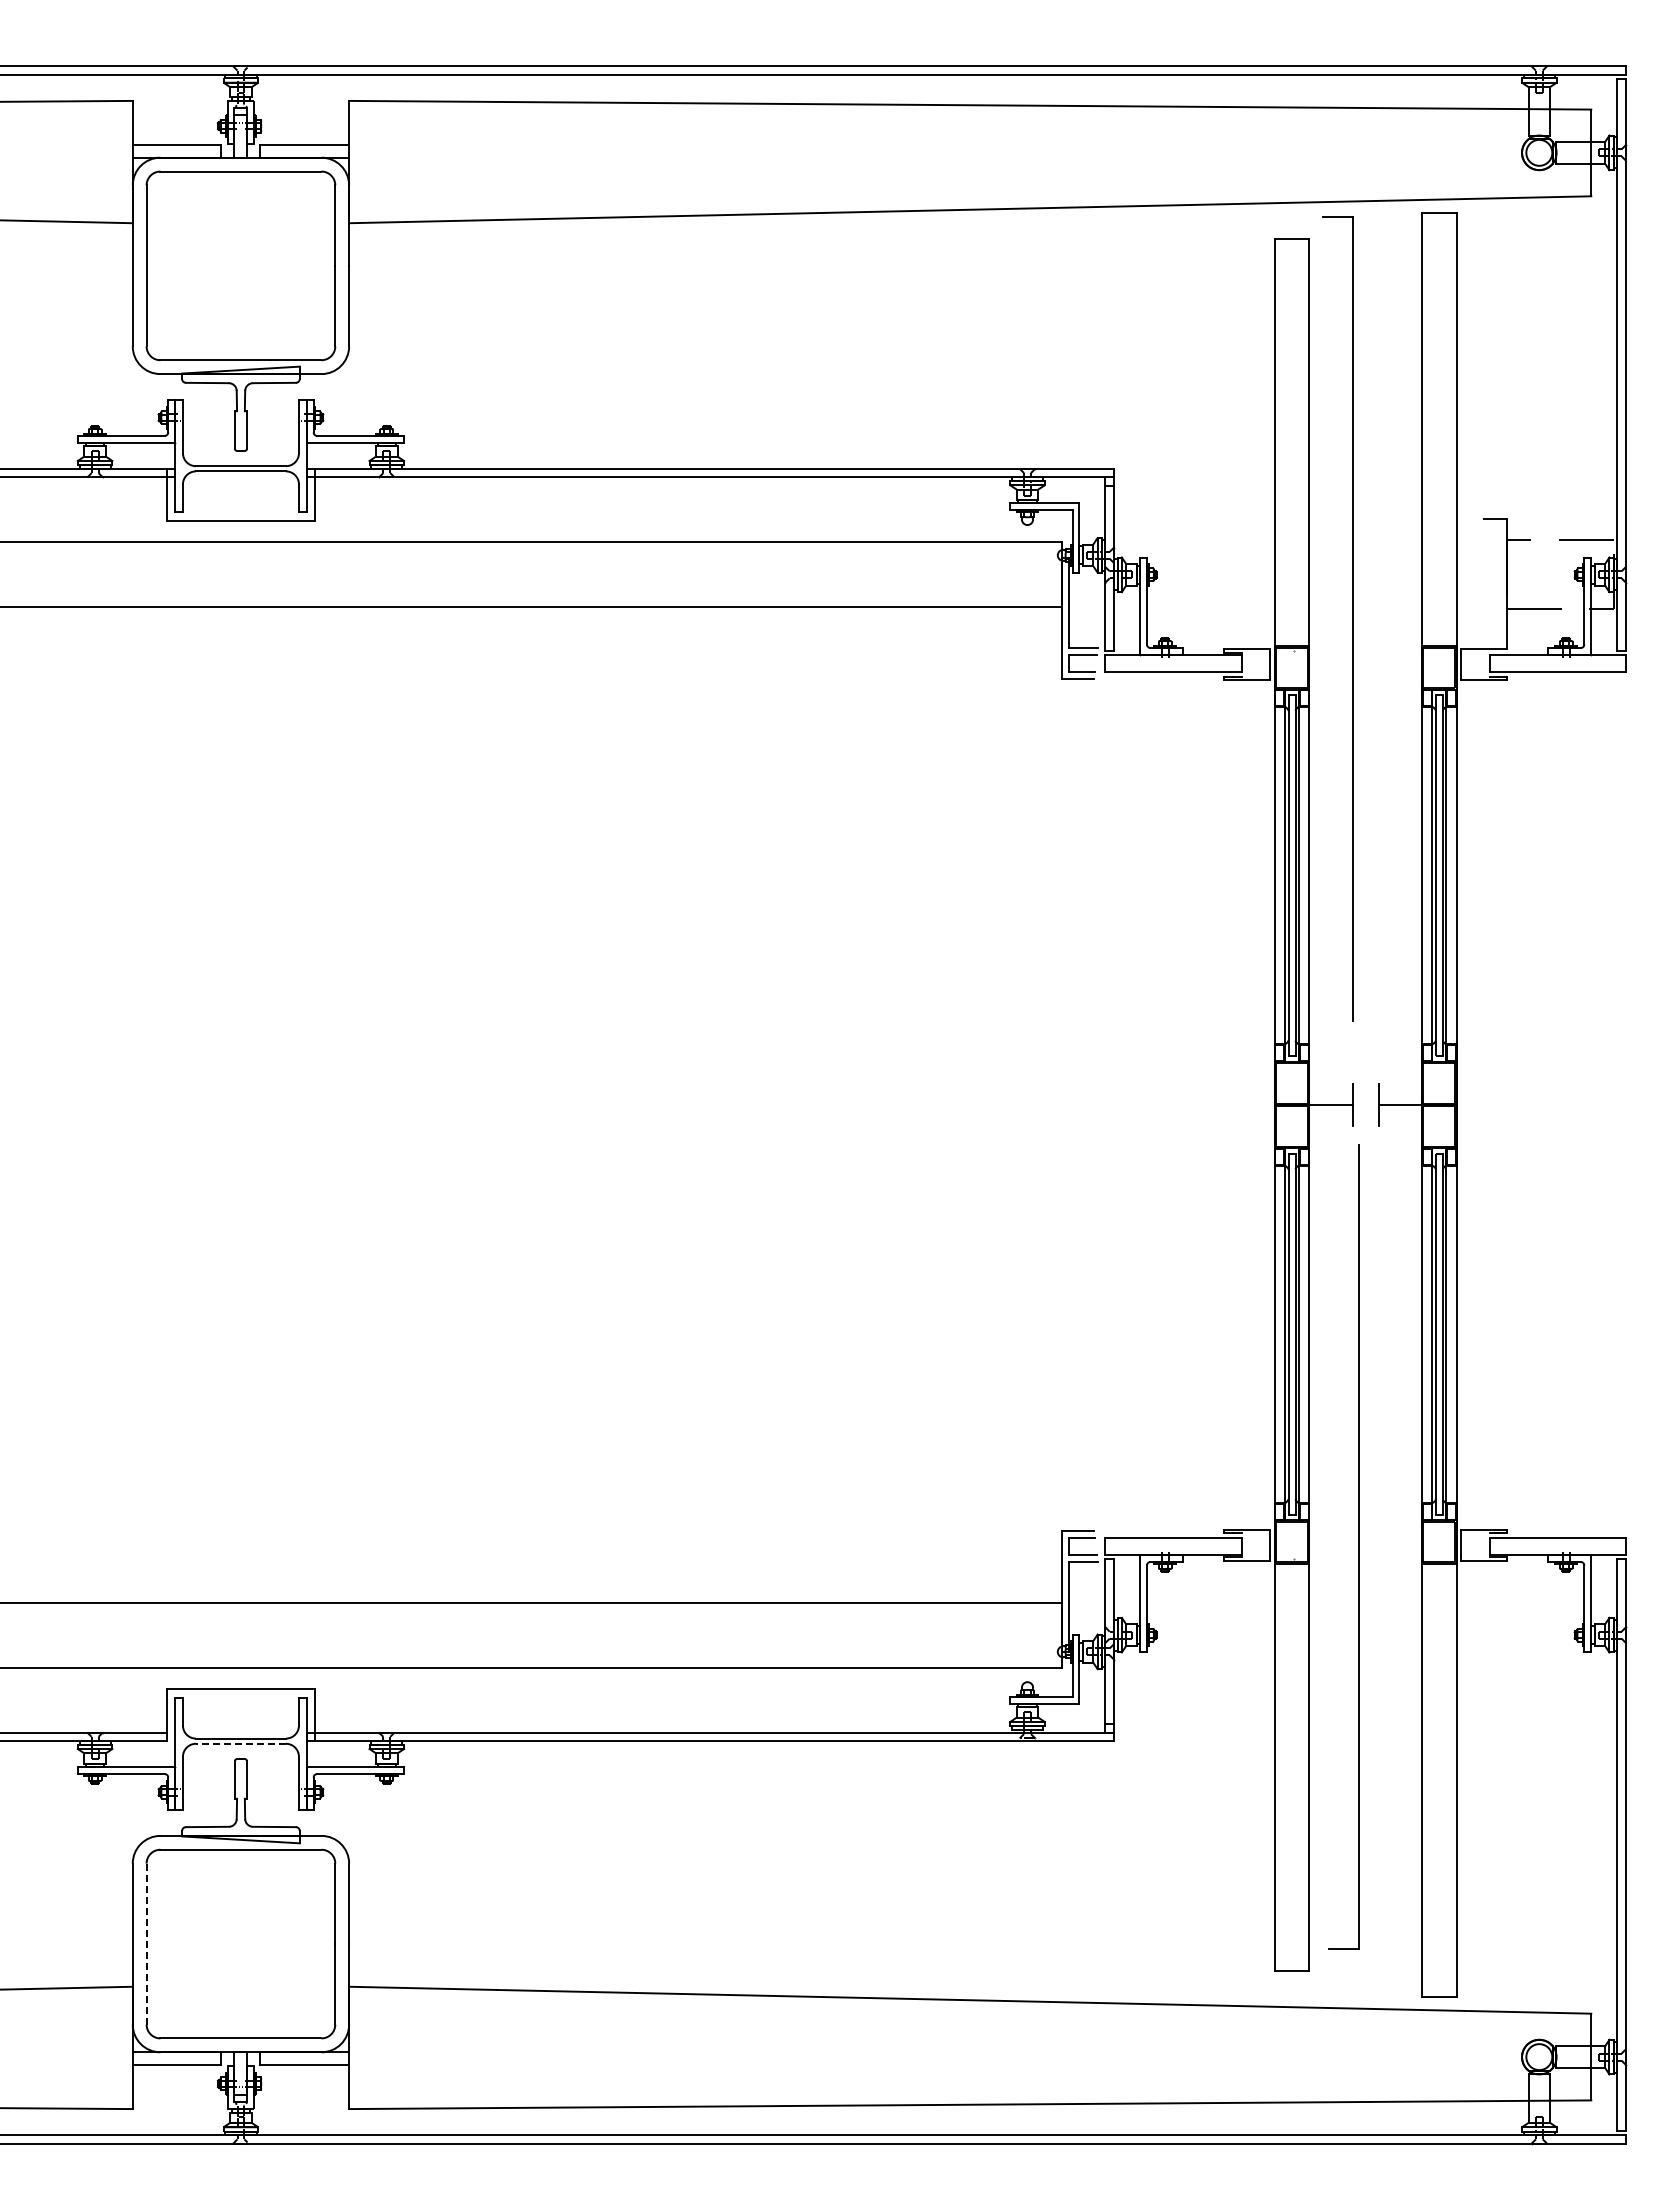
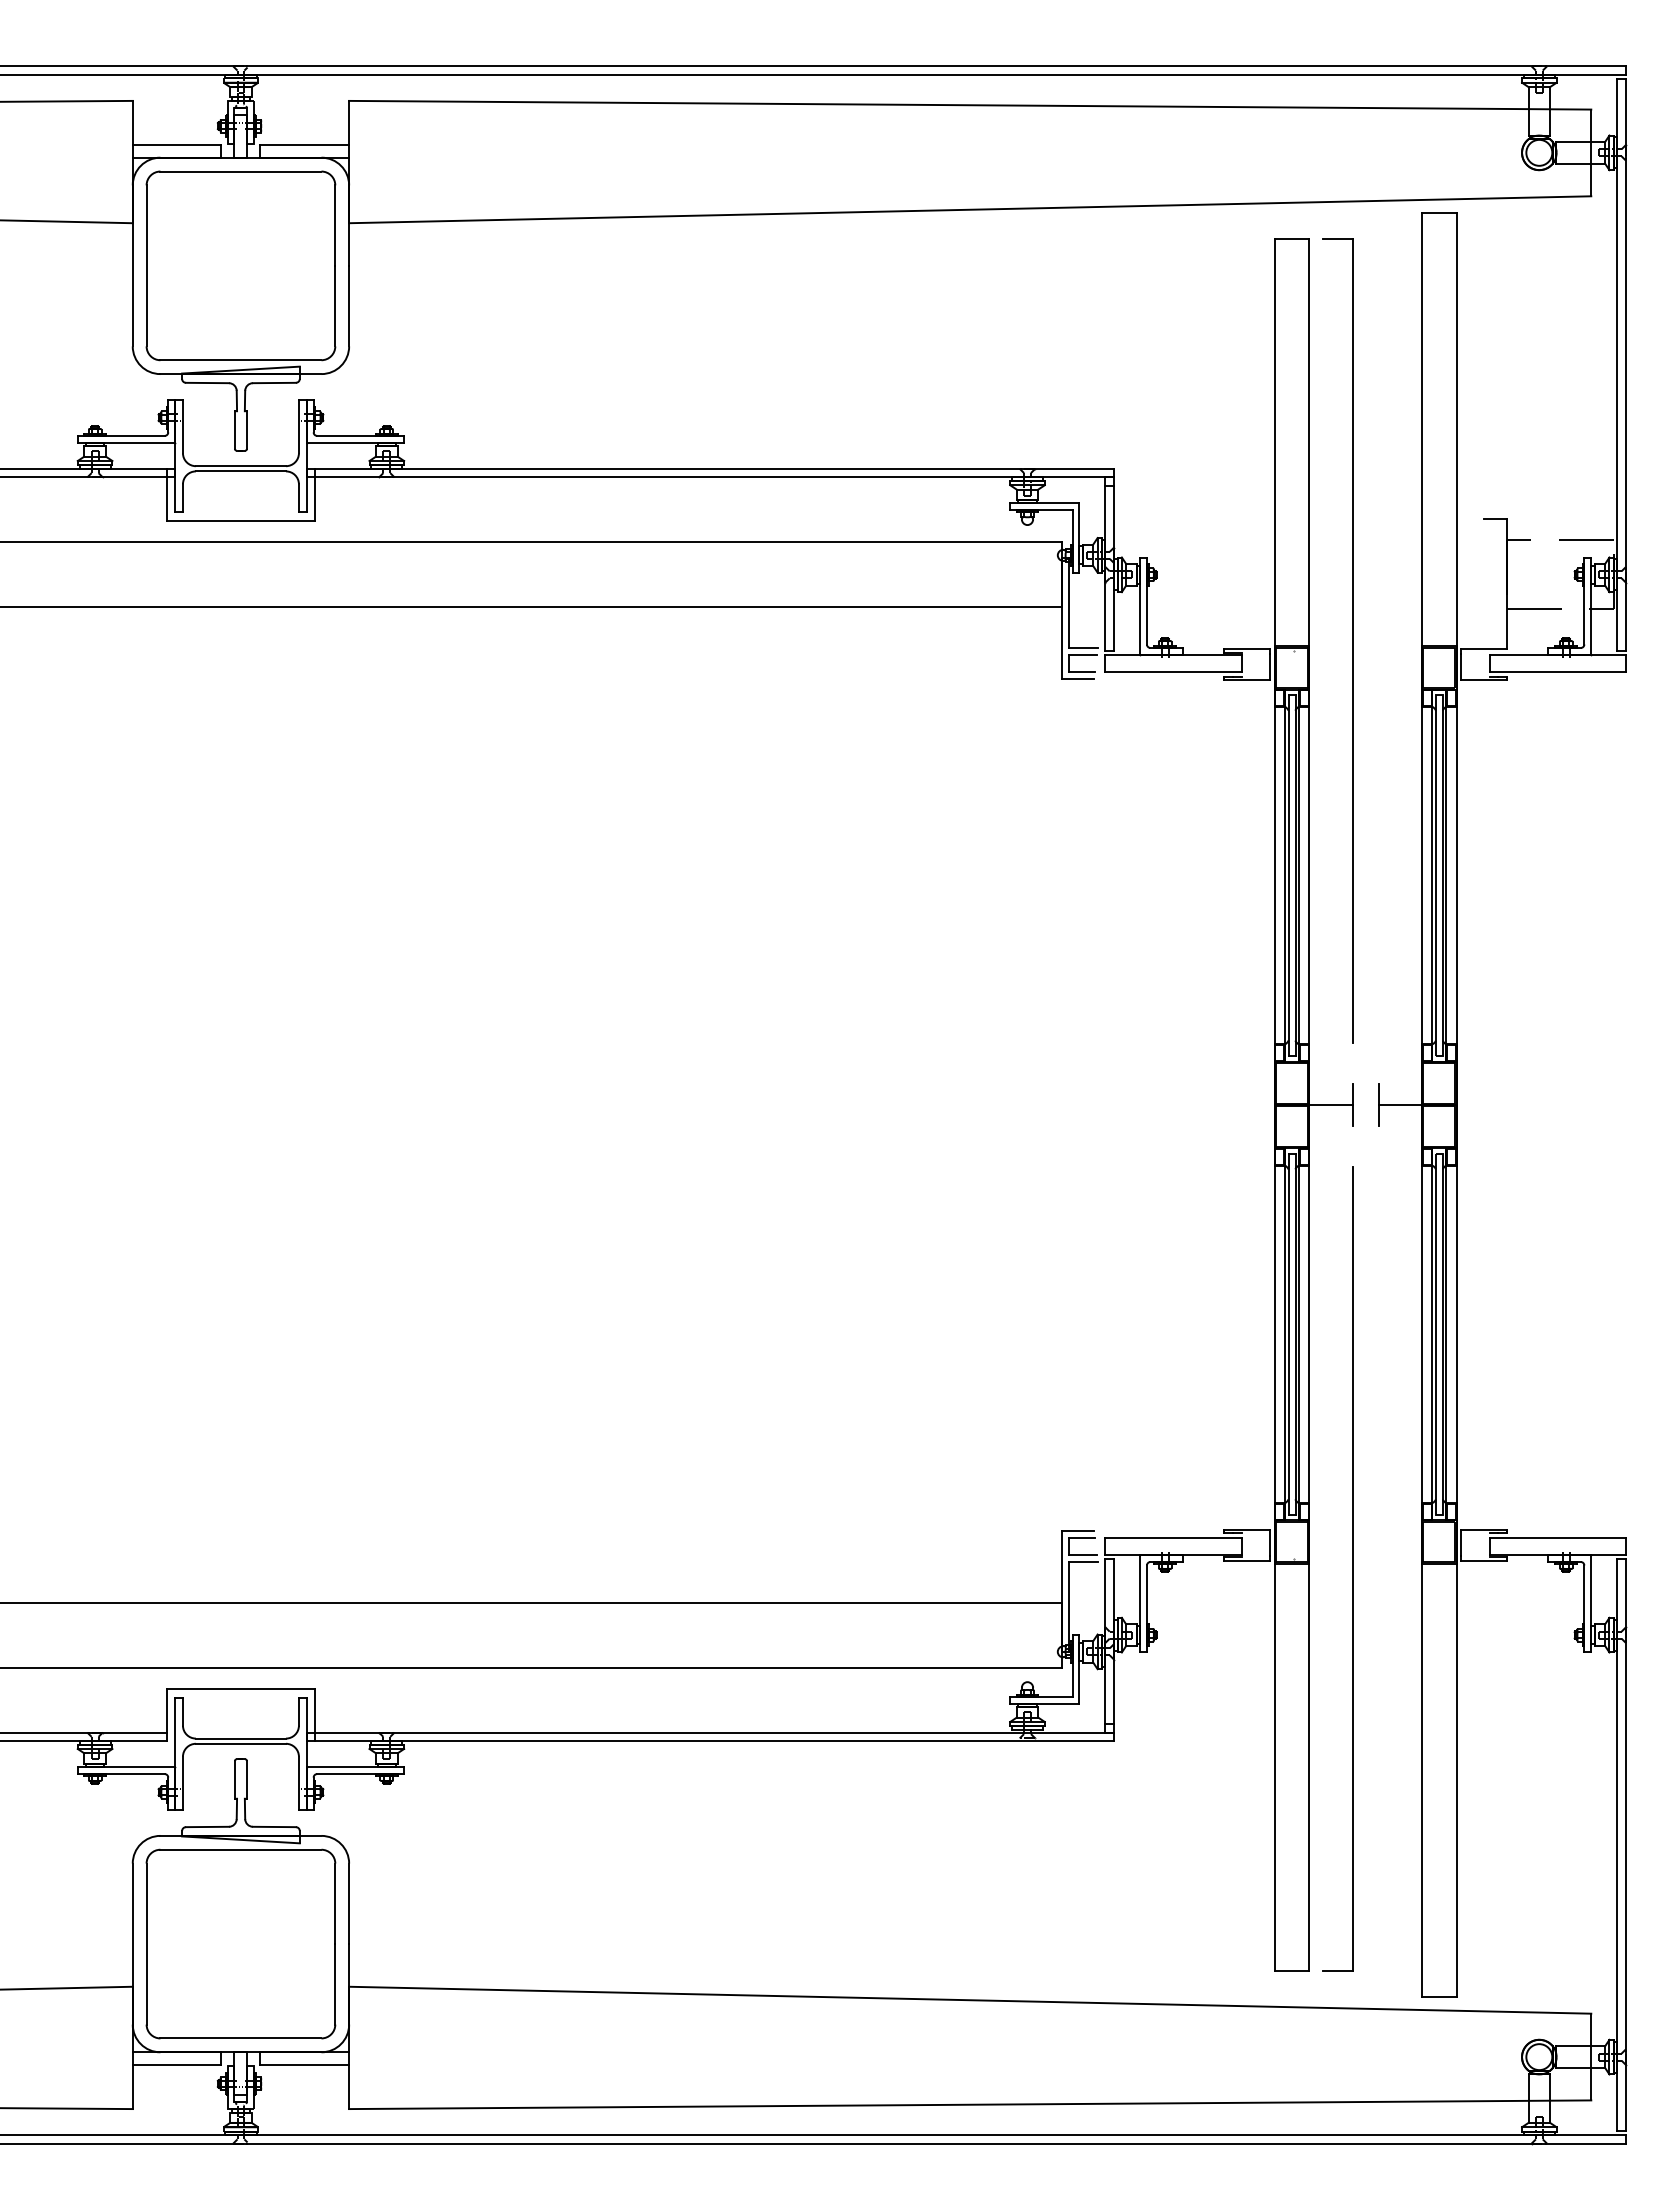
part at (1352, 618) position: (1352, 618) -> (1352, 640)
part at (1358, 1546) position: (1358, 1546) -> (1352, 1568)
line at (240, 1743): dashed -> solid
line at (146, 1943): dashed -> solid
